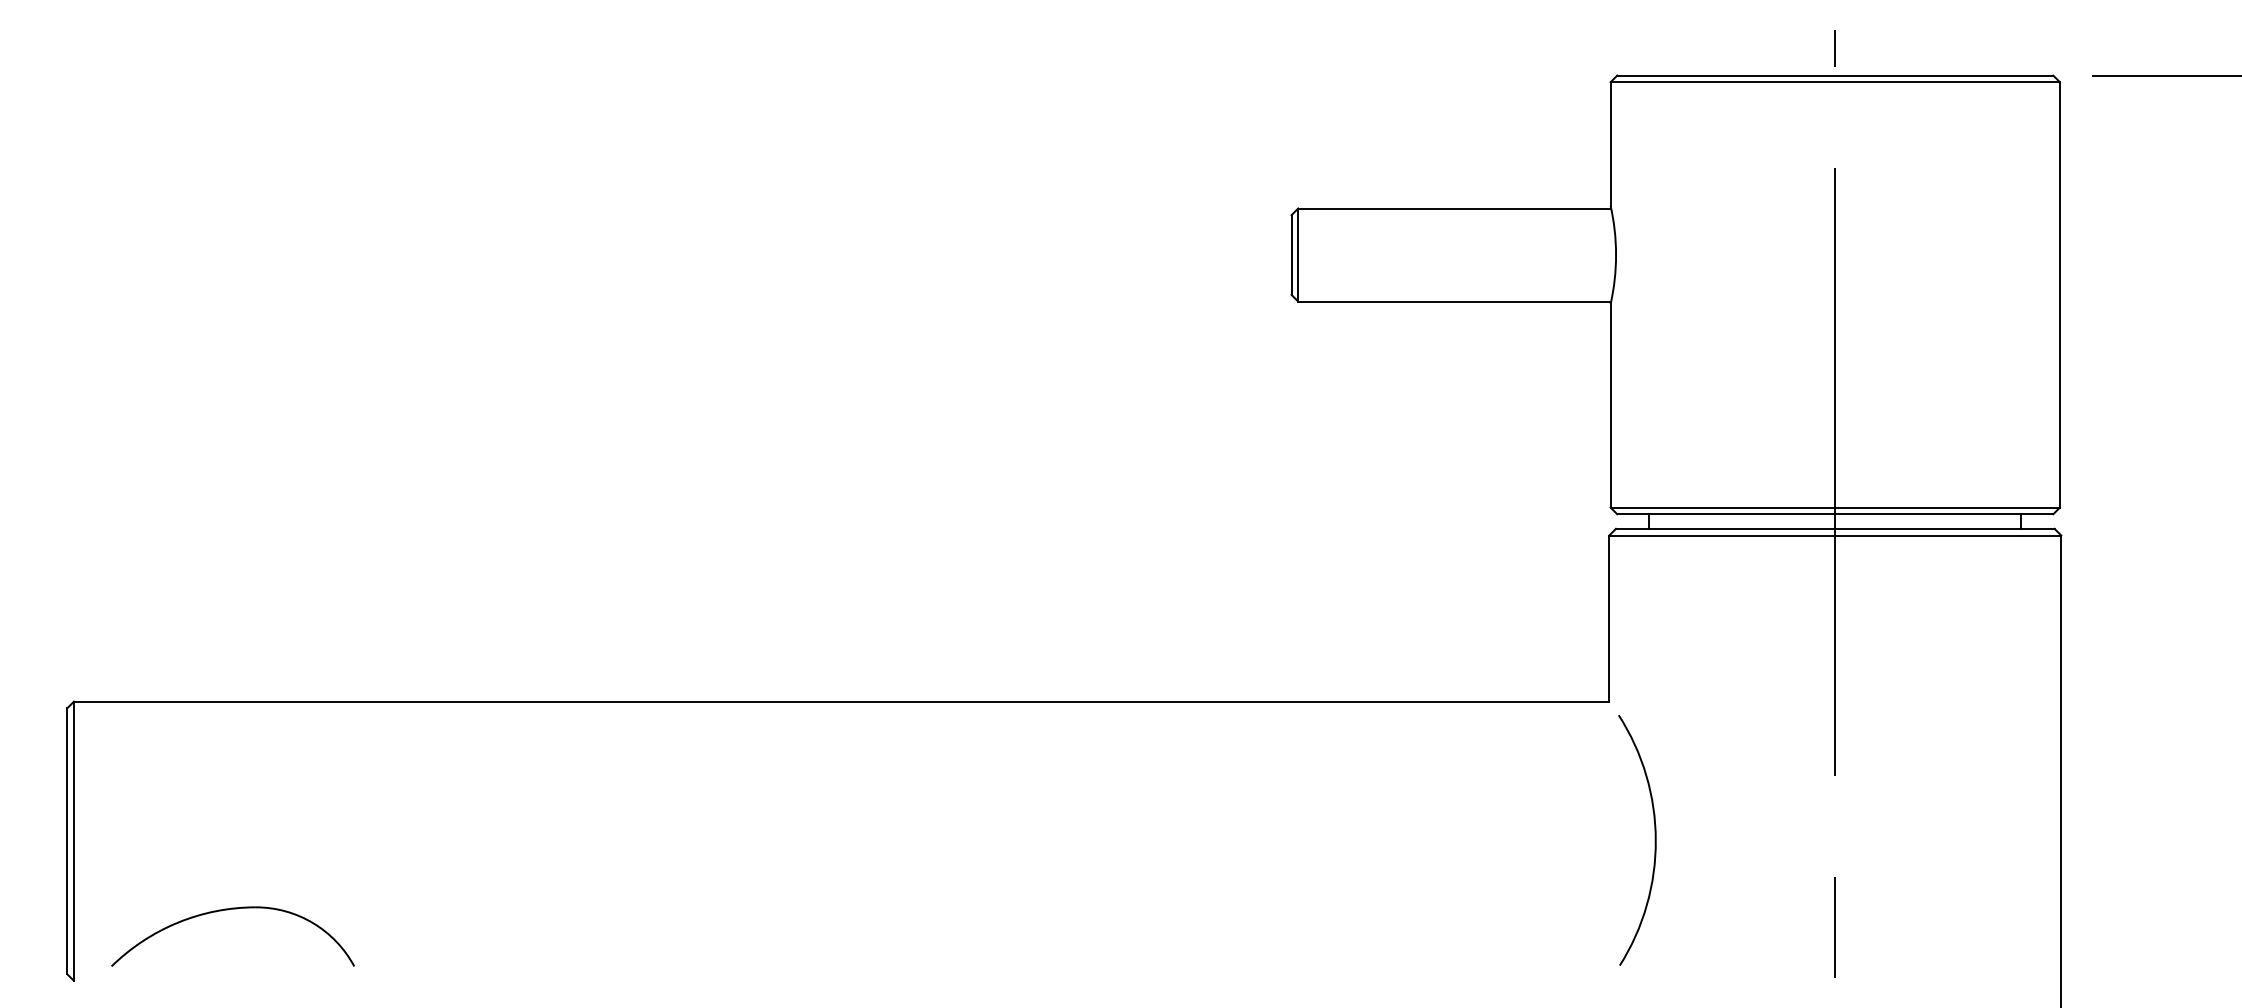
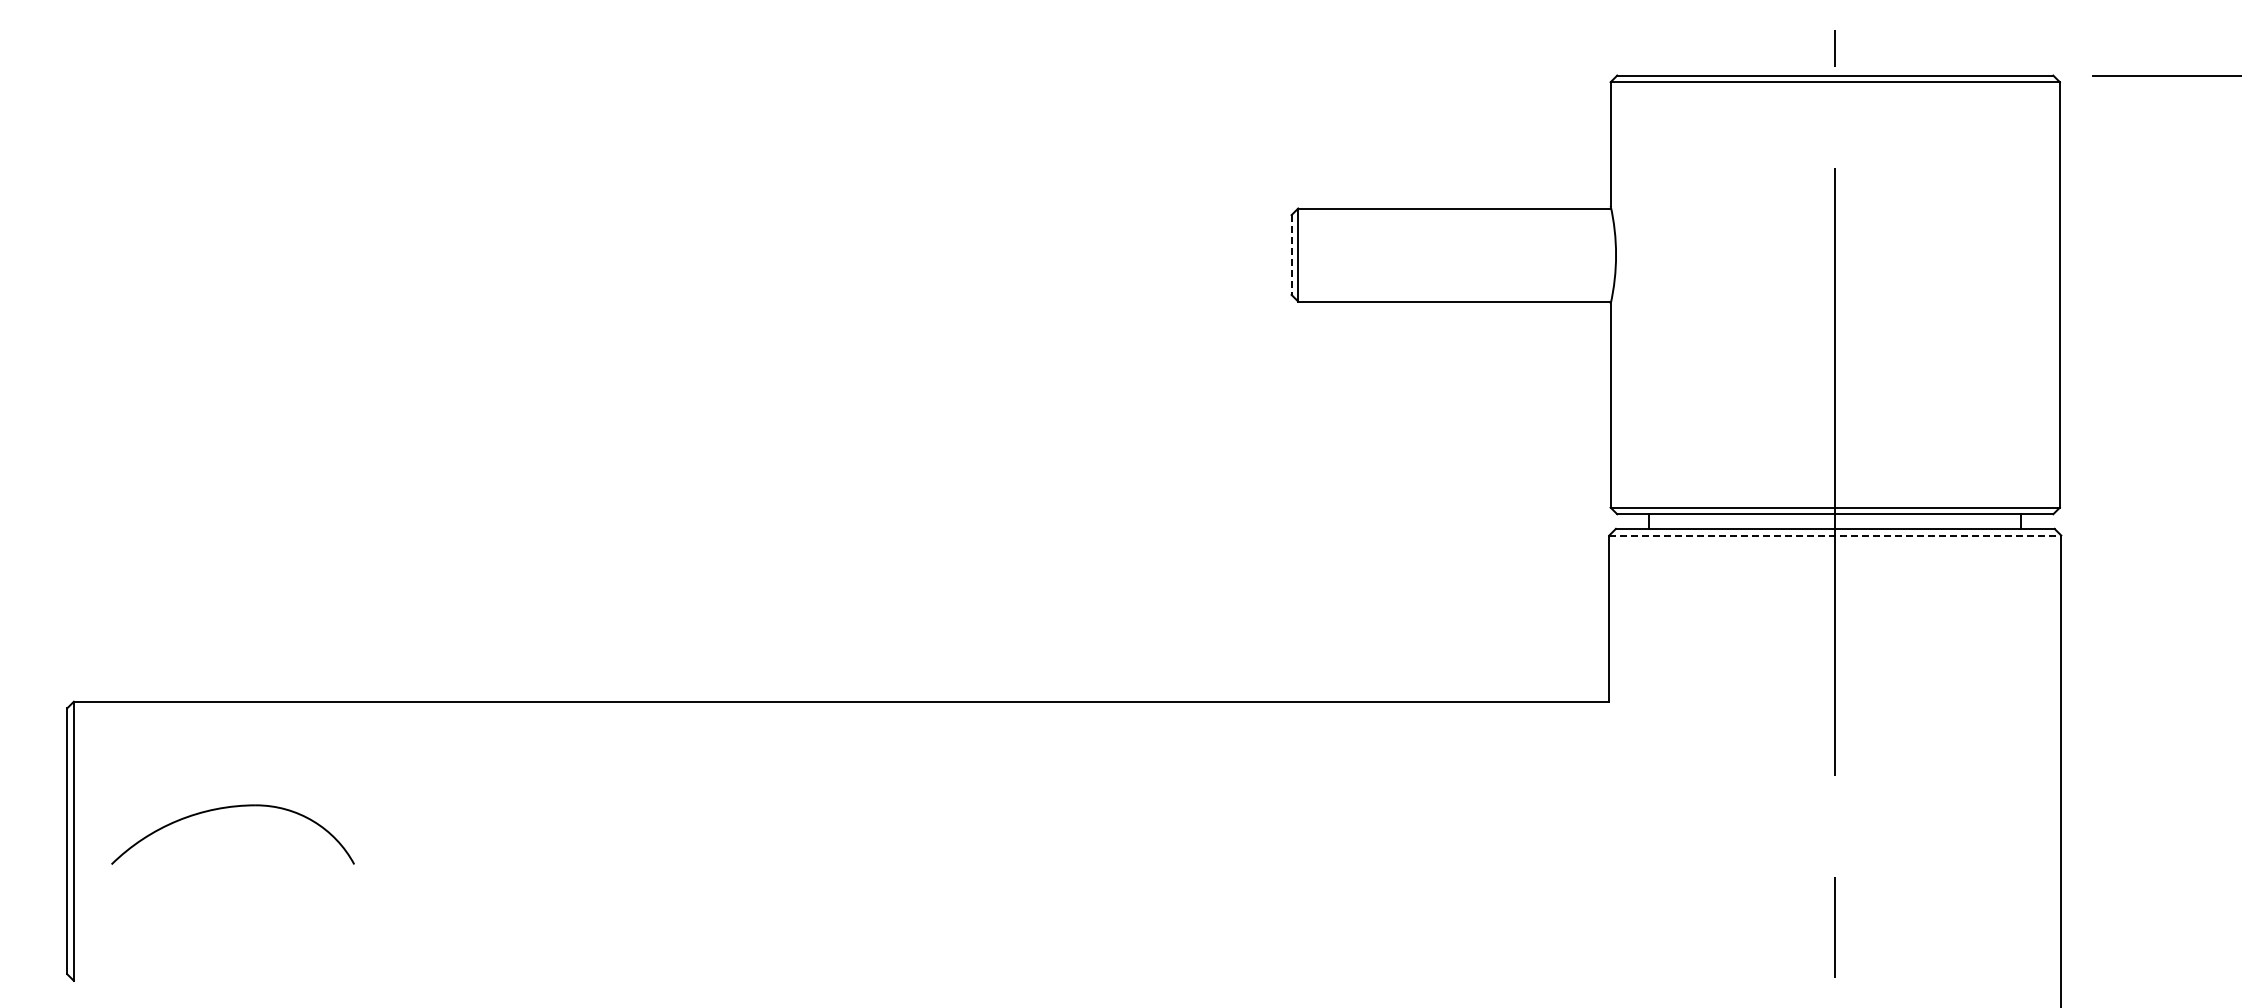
line at (1291, 255): solid -> dashed
line at (1835, 535): solid -> dashed
arc at (1654, 840): present -> none
part at (228, 910) position: (228, 910) -> (228, 808)
